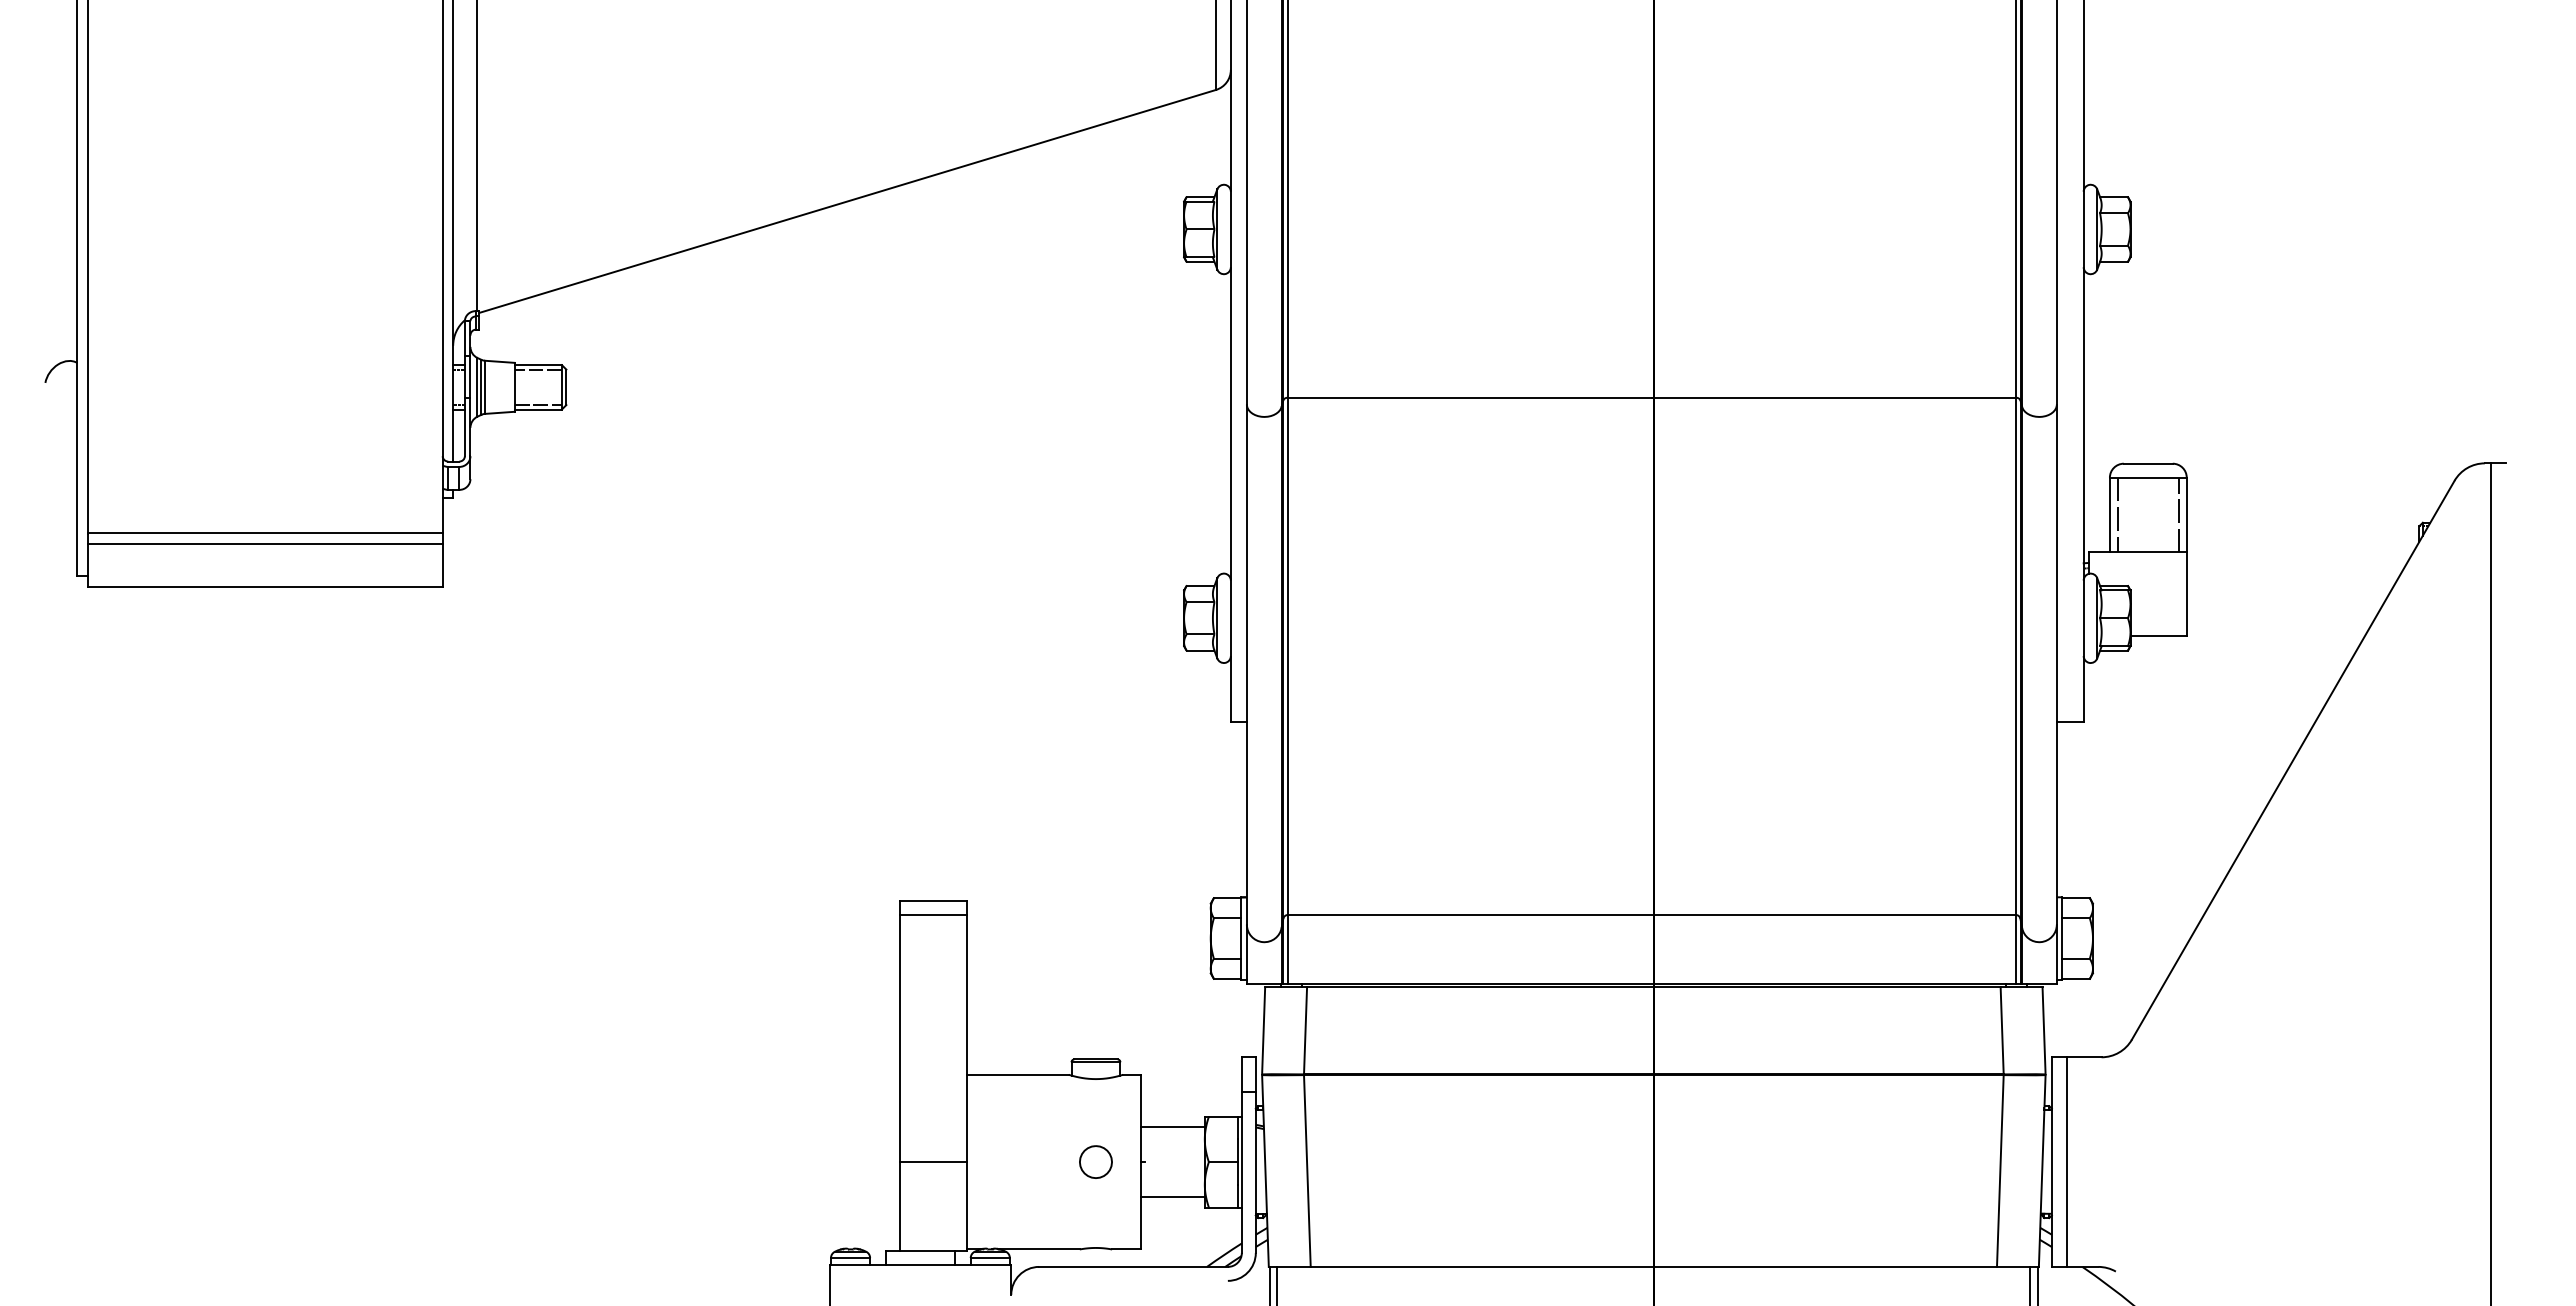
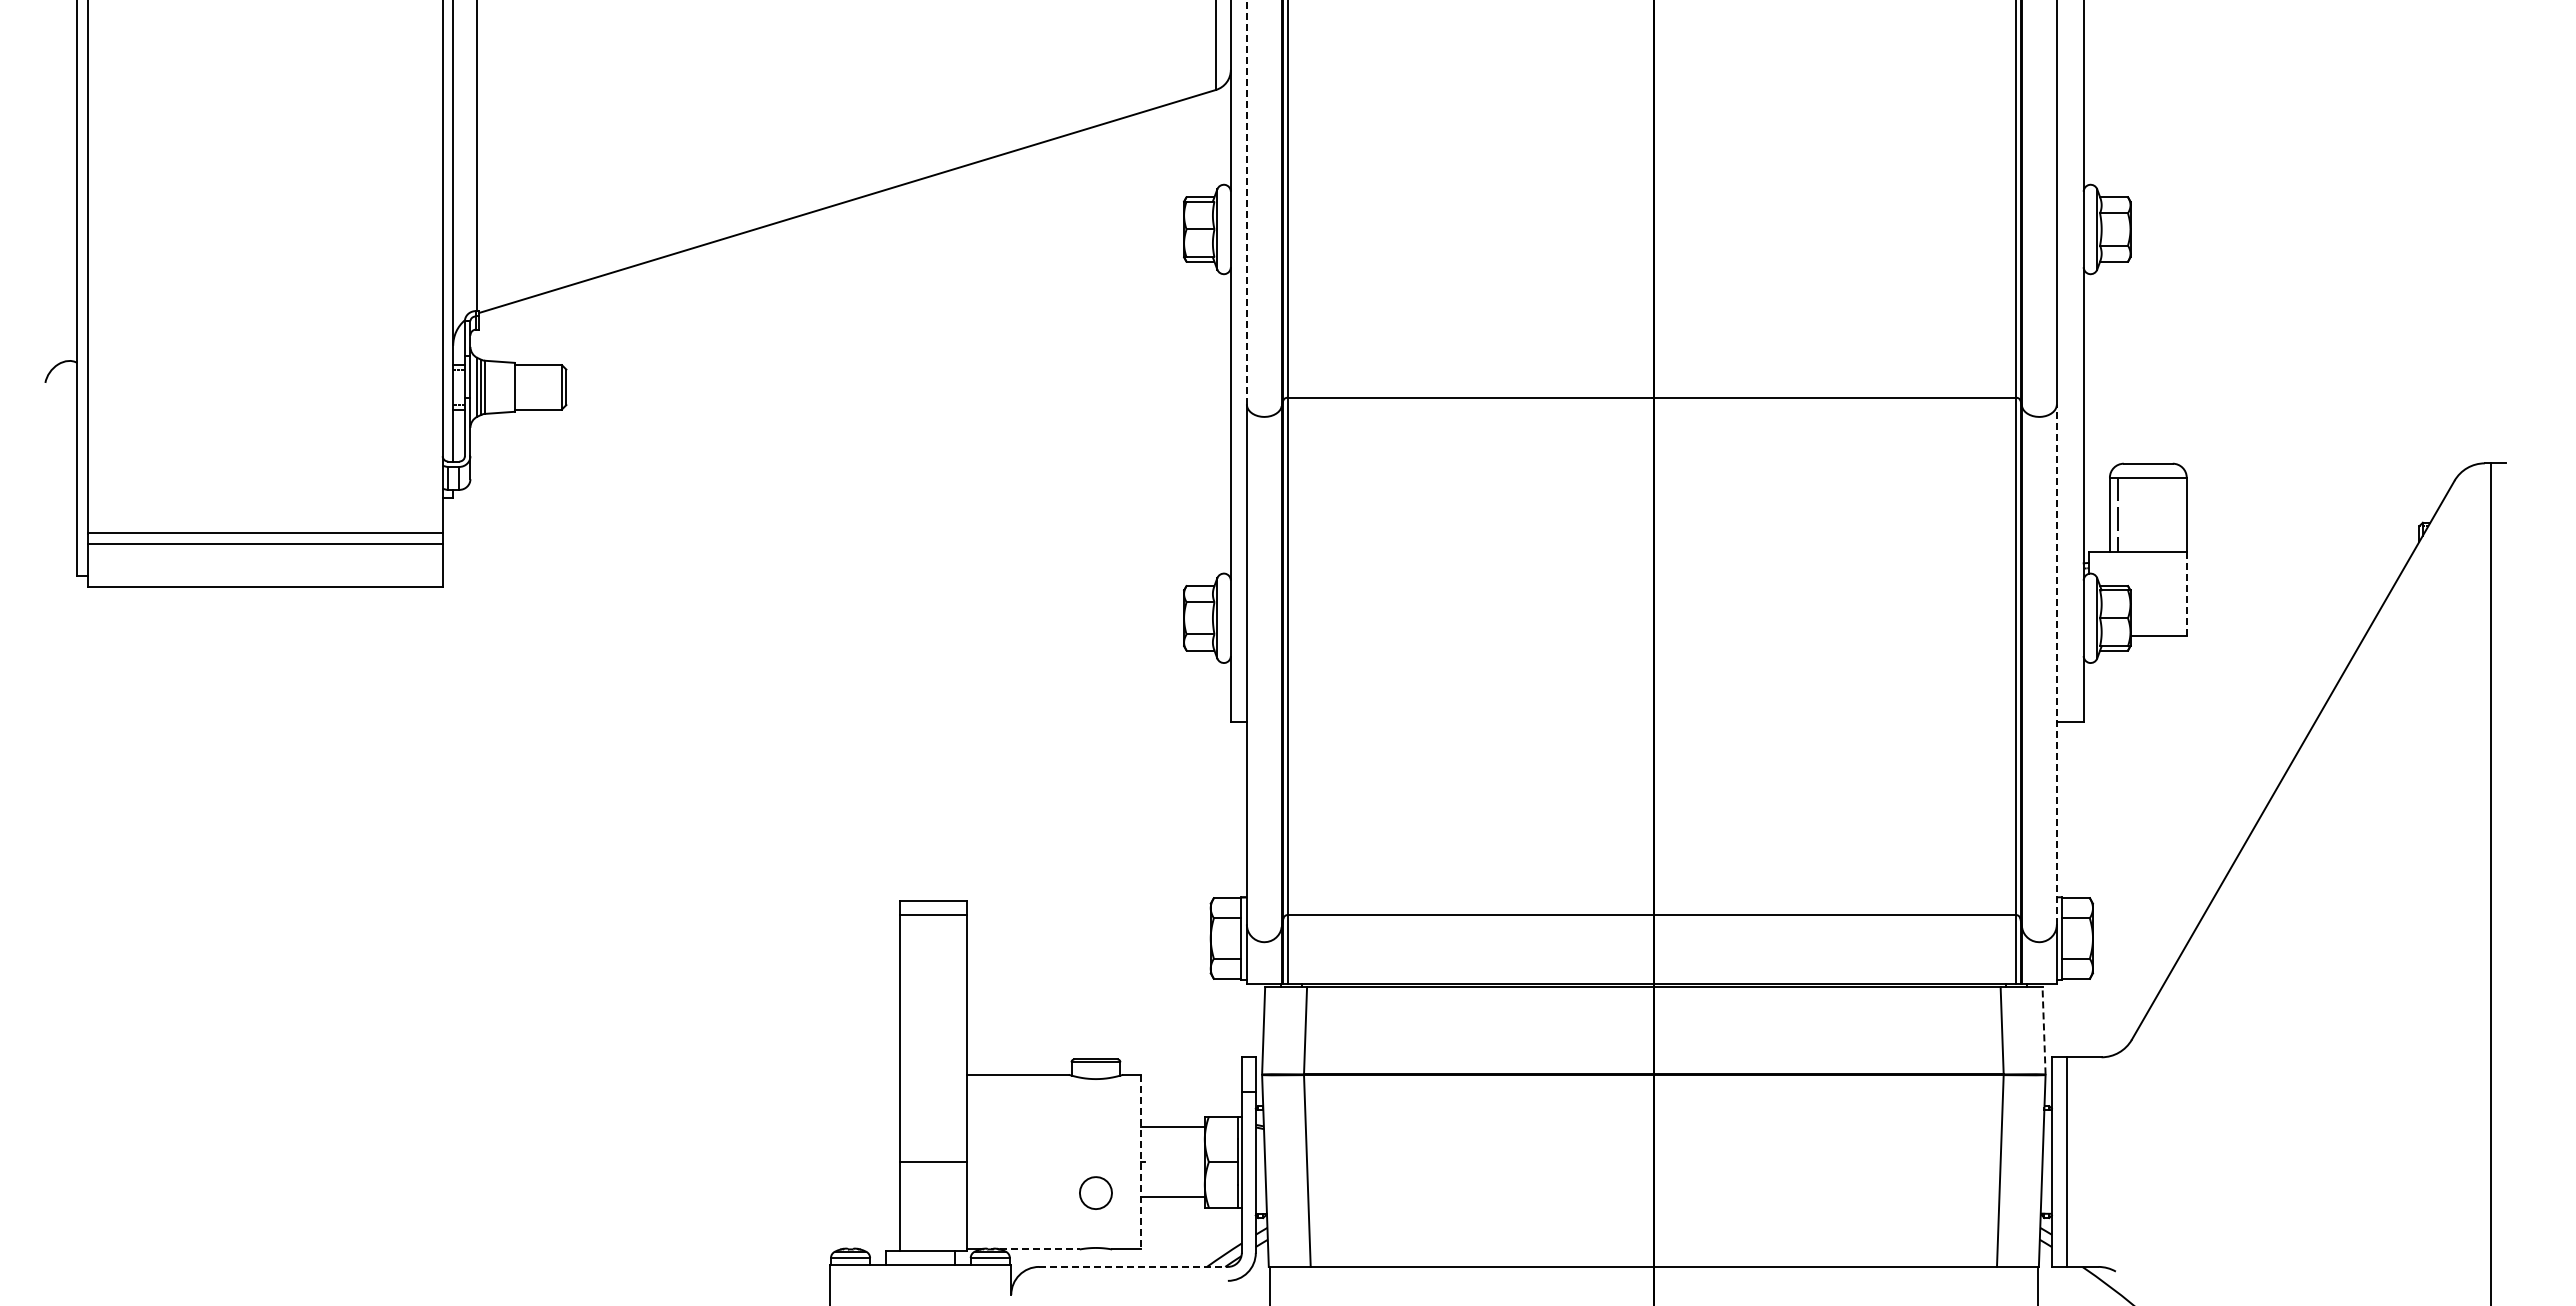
line at (1246, 202): solid -> dashed
line at (537, 369): present -> none
line at (537, 404): present -> none
line at (2178, 514): present -> none
line at (2186, 594): solid -> dashed
line at (2056, 664): solid -> dashed
line at (2044, 1030): solid -> dashed
part at (1095, 1161) position: (1095, 1161) -> (1095, 1192)
line at (1141, 1162): solid -> dashed
line at (1040, 1249): solid -> dashed
line at (1134, 1266): solid -> dashed
line at (1277, 1284): present -> none
line at (2030, 1284): present -> none
